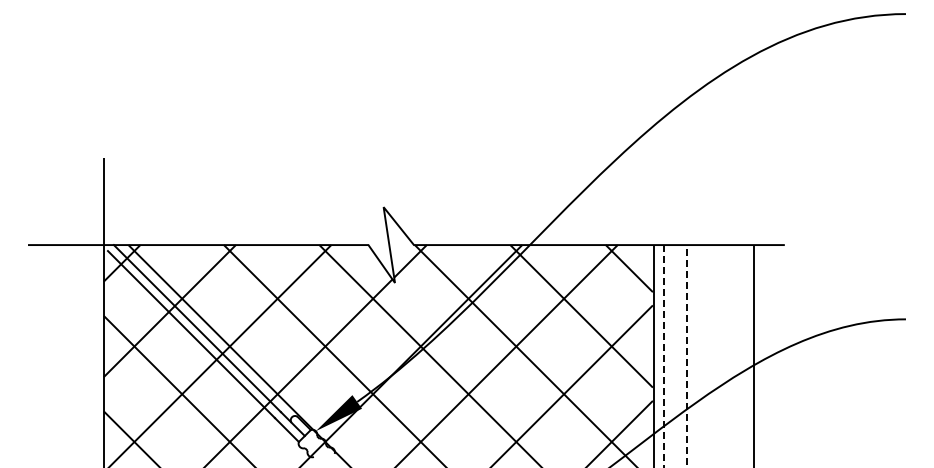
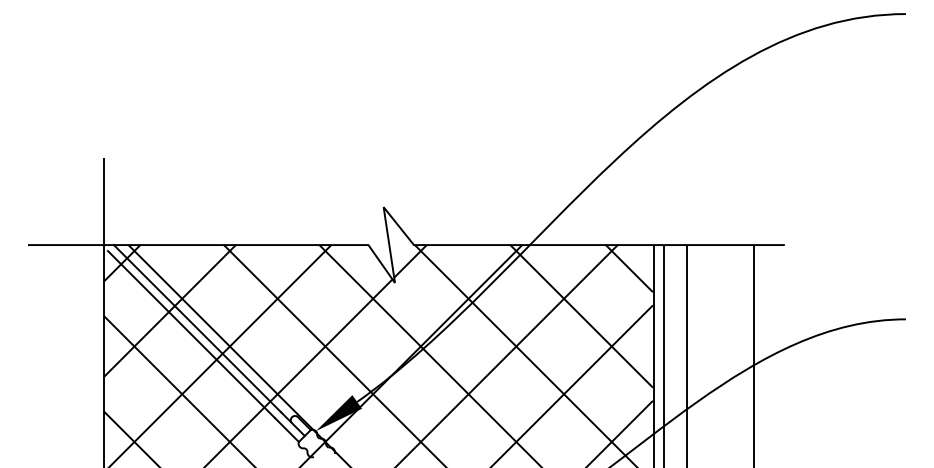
line at (664, 356): dashed -> solid
line at (686, 356): dashed -> solid
